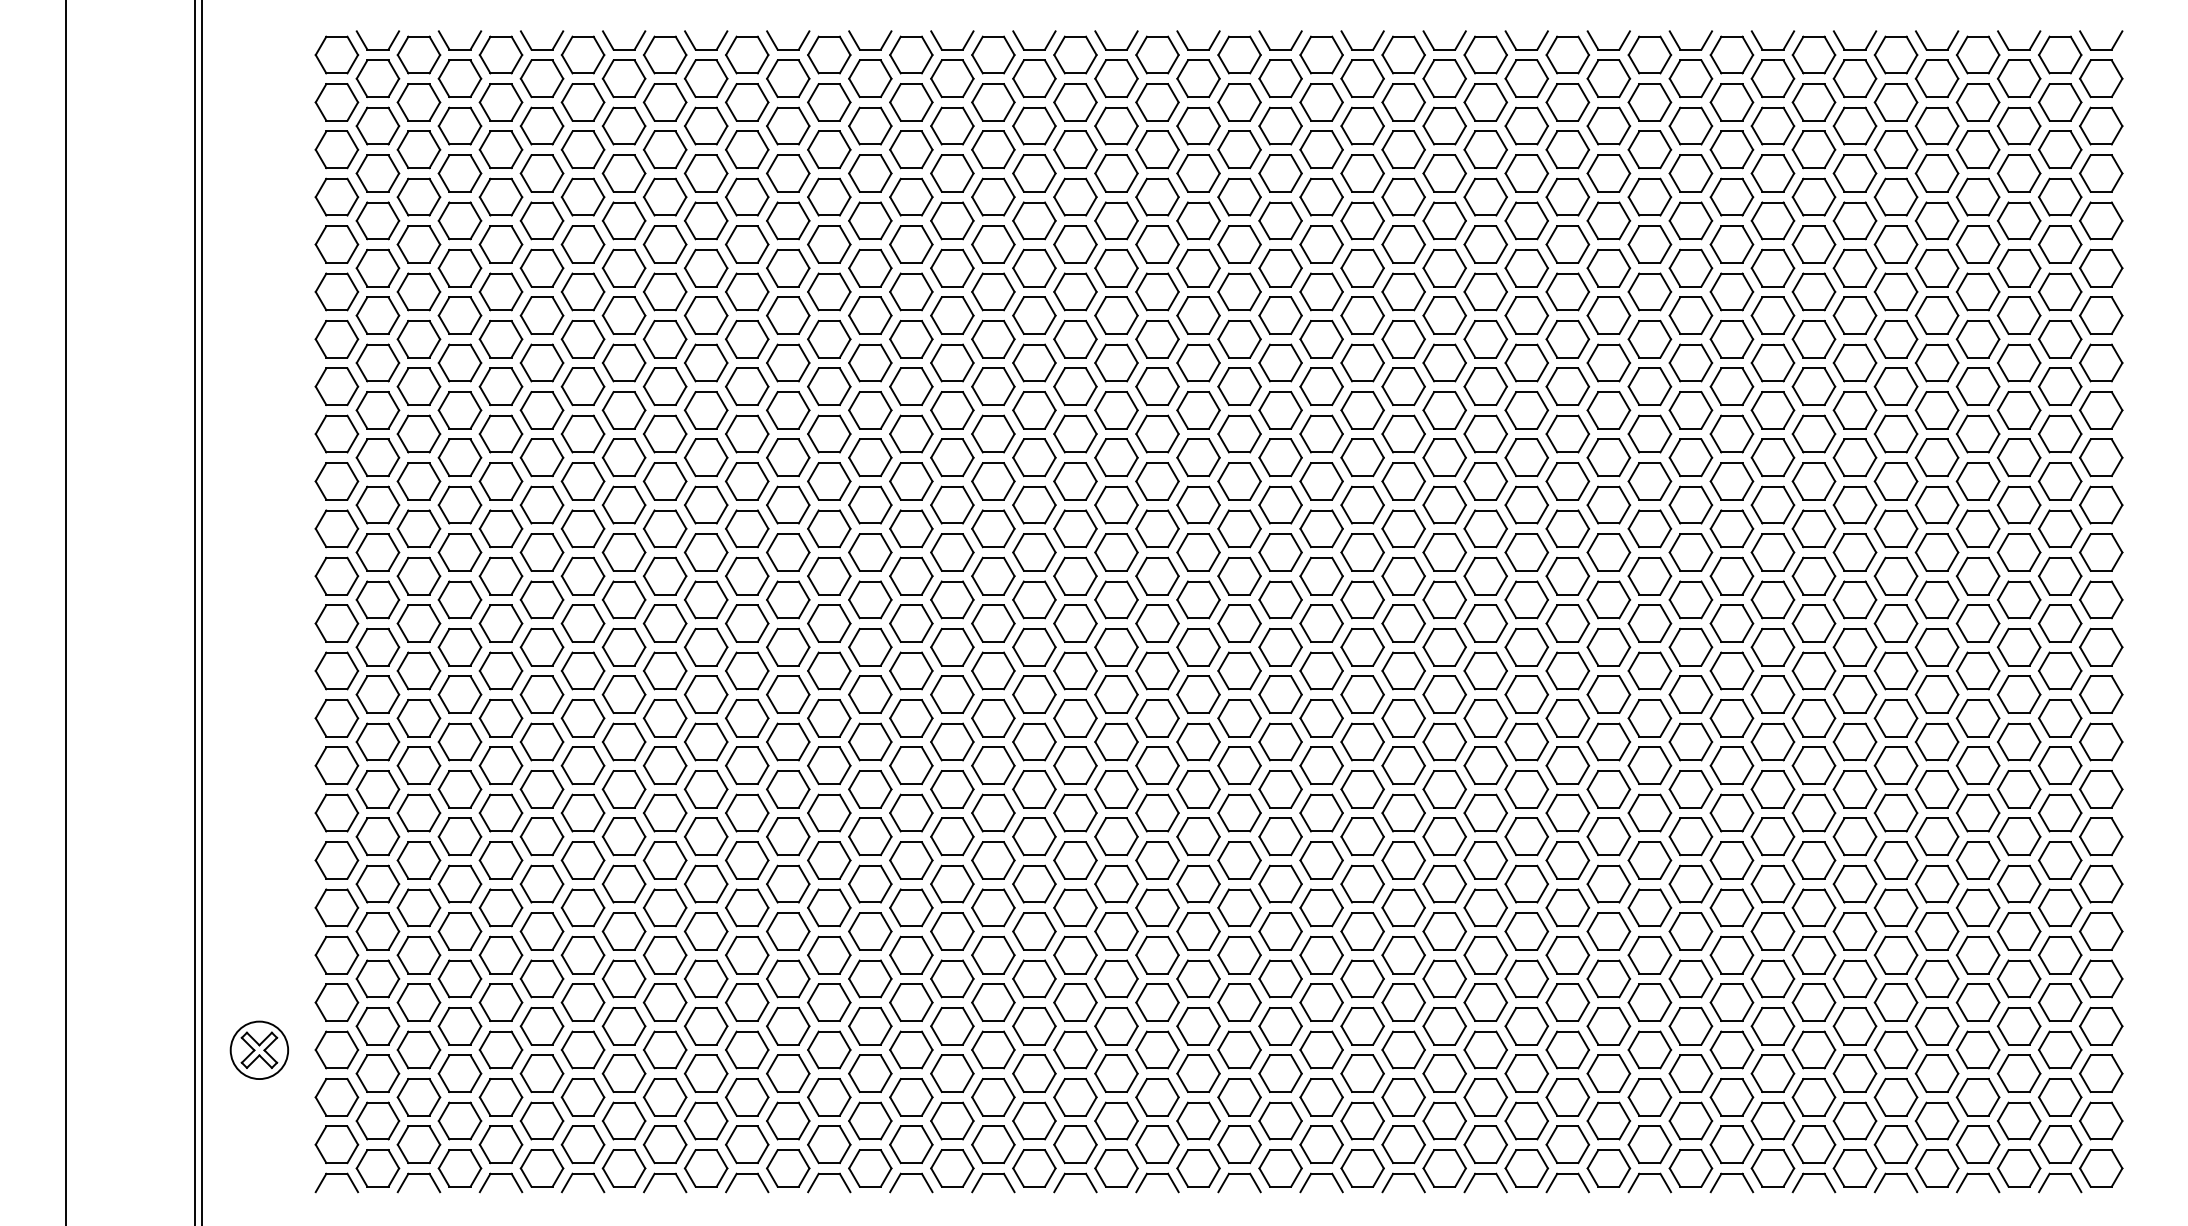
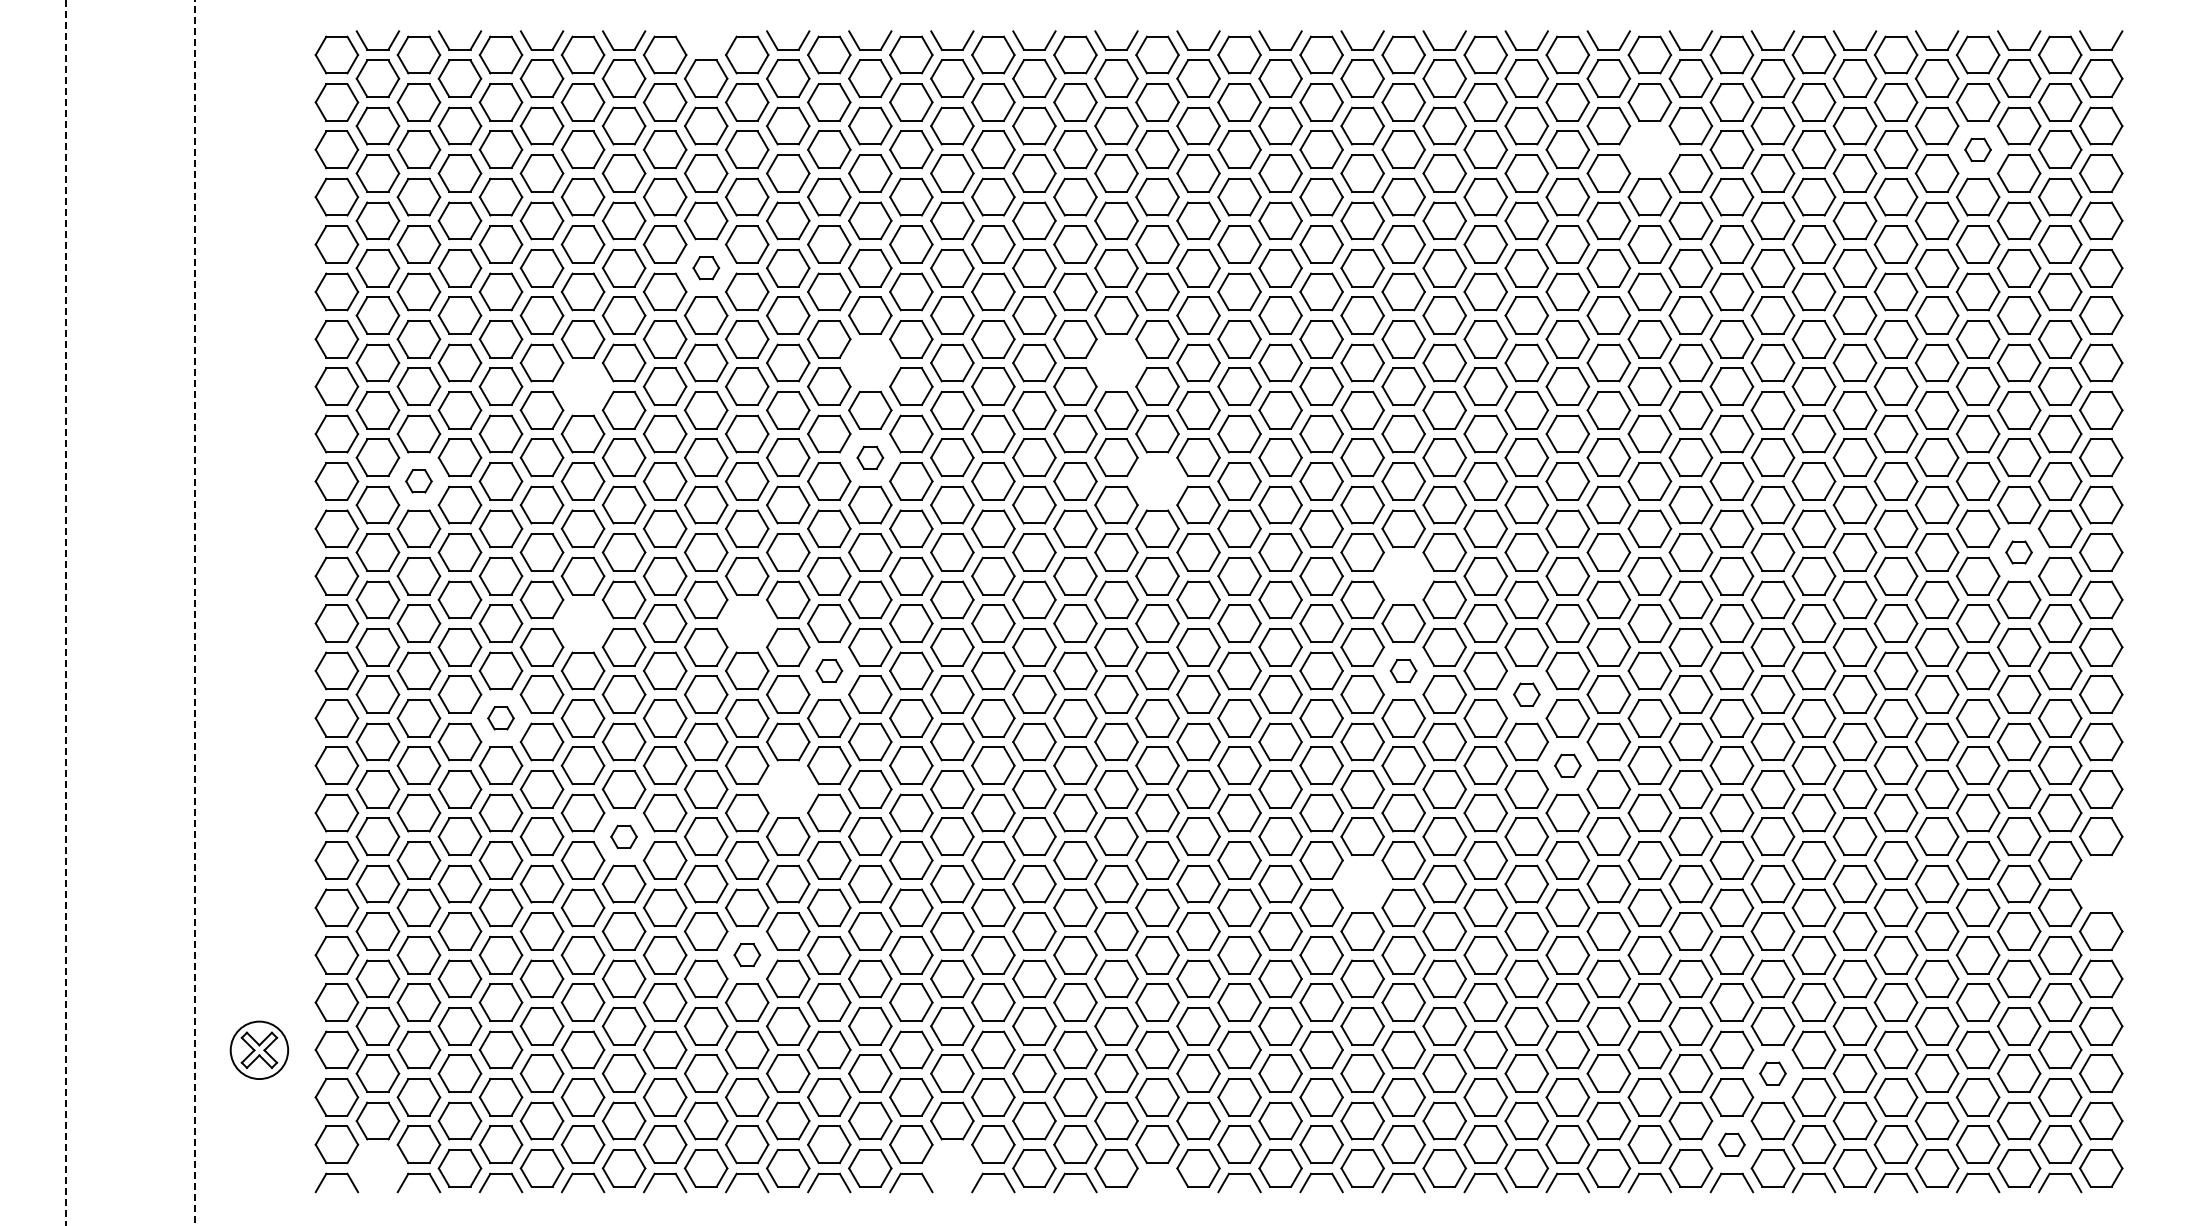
part at (706, 49): present -> none
part at (1649, 149): present -> none
part at (1977, 149) size: 46x40 px -> 28x25 px
part at (706, 267) size: 45x40 px -> 29x25 px
part at (870, 362): present -> none
part at (1116, 362): present -> none
part at (582, 386): present -> none
part at (870, 457) size: 45x40 px -> 29x25 px
part at (418, 481) size: 46x39 px -> 28x25 px
part at (1157, 481): present -> none
part at (2018, 552) size: 46x39 px -> 28x25 px
part at (1403, 575): present -> none
line at (65, 612): solid -> dashed
line at (194, 612): solid -> dashed
line at (202, 612): present -> none
part at (582, 623): present -> none
part at (747, 623): present -> none
part at (829, 670) size: 45x40 px -> 29x24 px
part at (1403, 670) size: 45x40 px -> 29x24 px
part at (1526, 694) size: 46x39 px -> 28x25 px
part at (500, 718) size: 46x39 px -> 28x25 px
part at (1567, 765) size: 46x40 px -> 28x25 px
part at (788, 789): present -> none
part at (623, 836) size: 46x40 px -> 28x25 px
part at (1362, 883): present -> none
part at (2101, 883): present -> none
part at (747, 954) size: 45x40 px -> 29x25 px
part at (1772, 1073) size: 46x39 px -> 28x25 px
part at (1731, 1144) size: 46x40 px -> 28x25 px
part at (377, 1168): present -> none
part at (952, 1168): present -> none
part at (1157, 1174): present -> none
